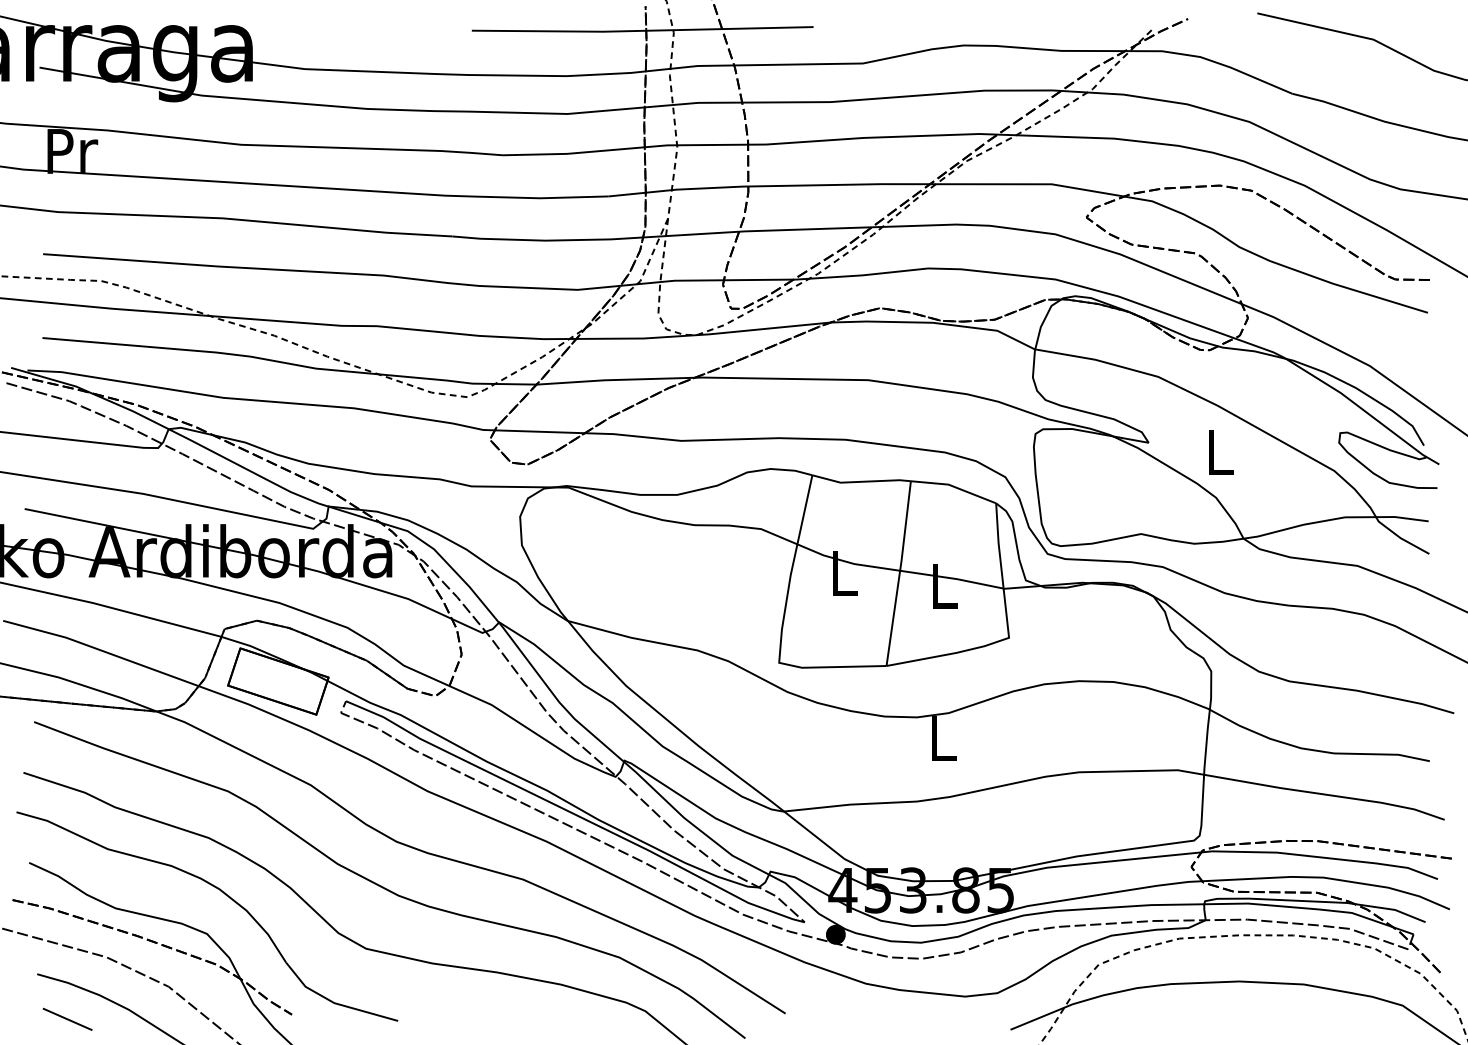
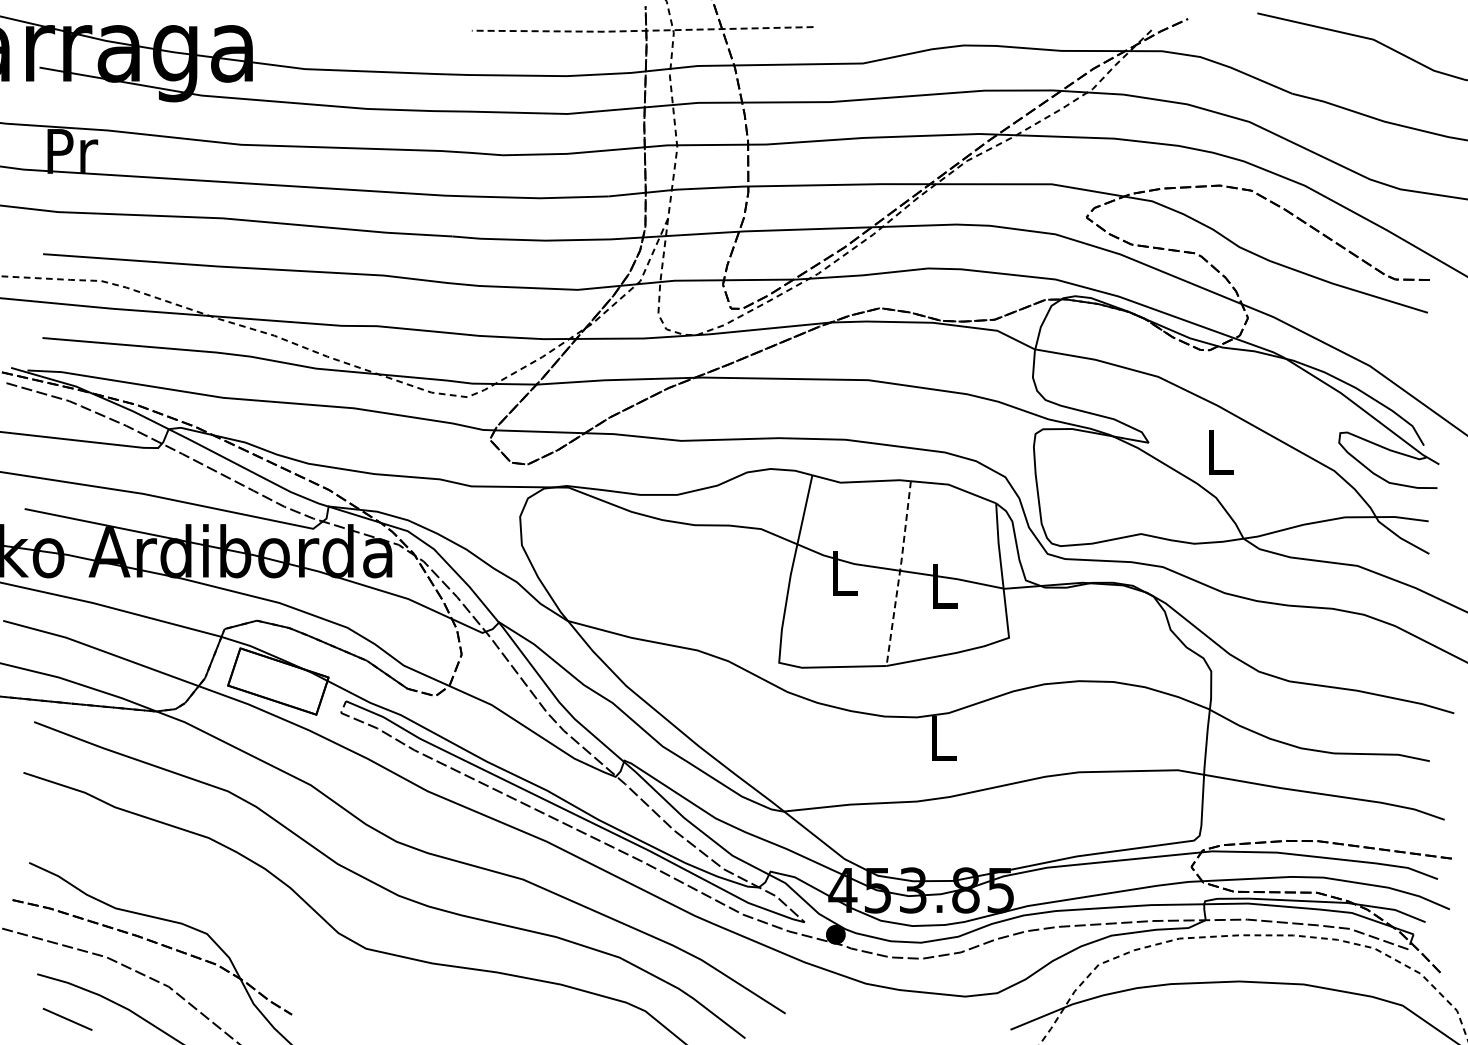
line at (641, 30): solid -> dashed
line at (899, 573): solid -> dashed
part at (225, 895): present -> none
